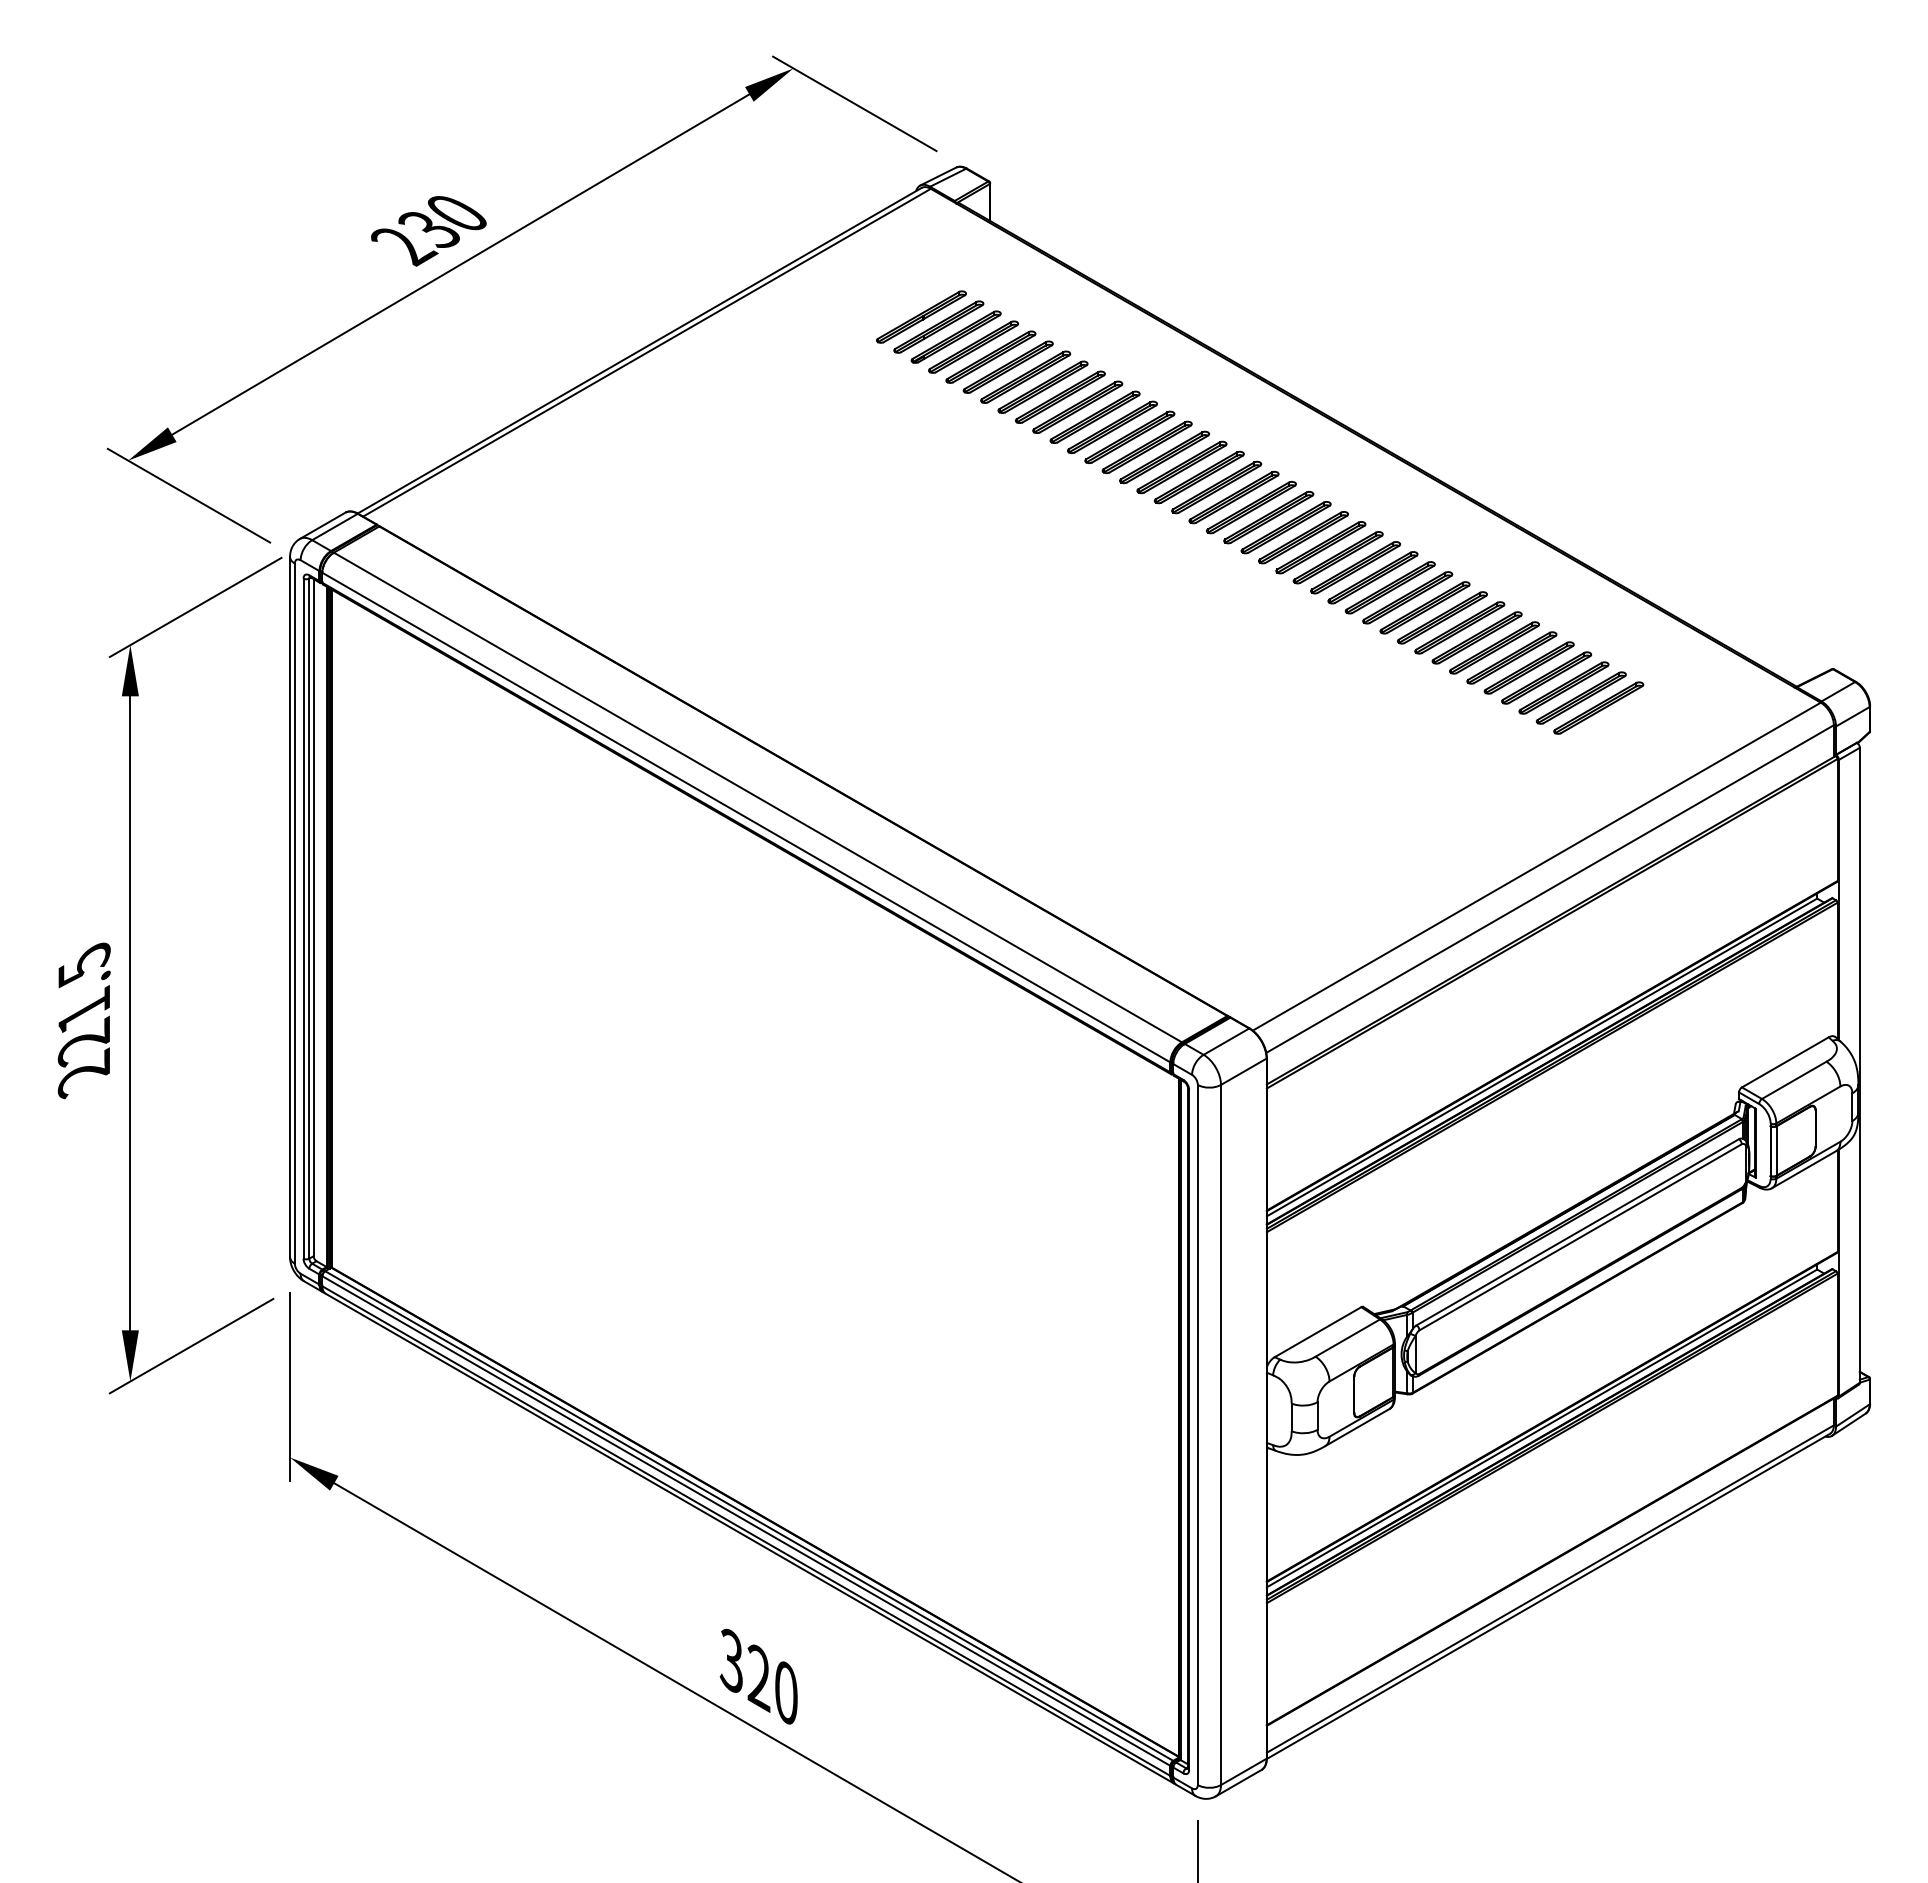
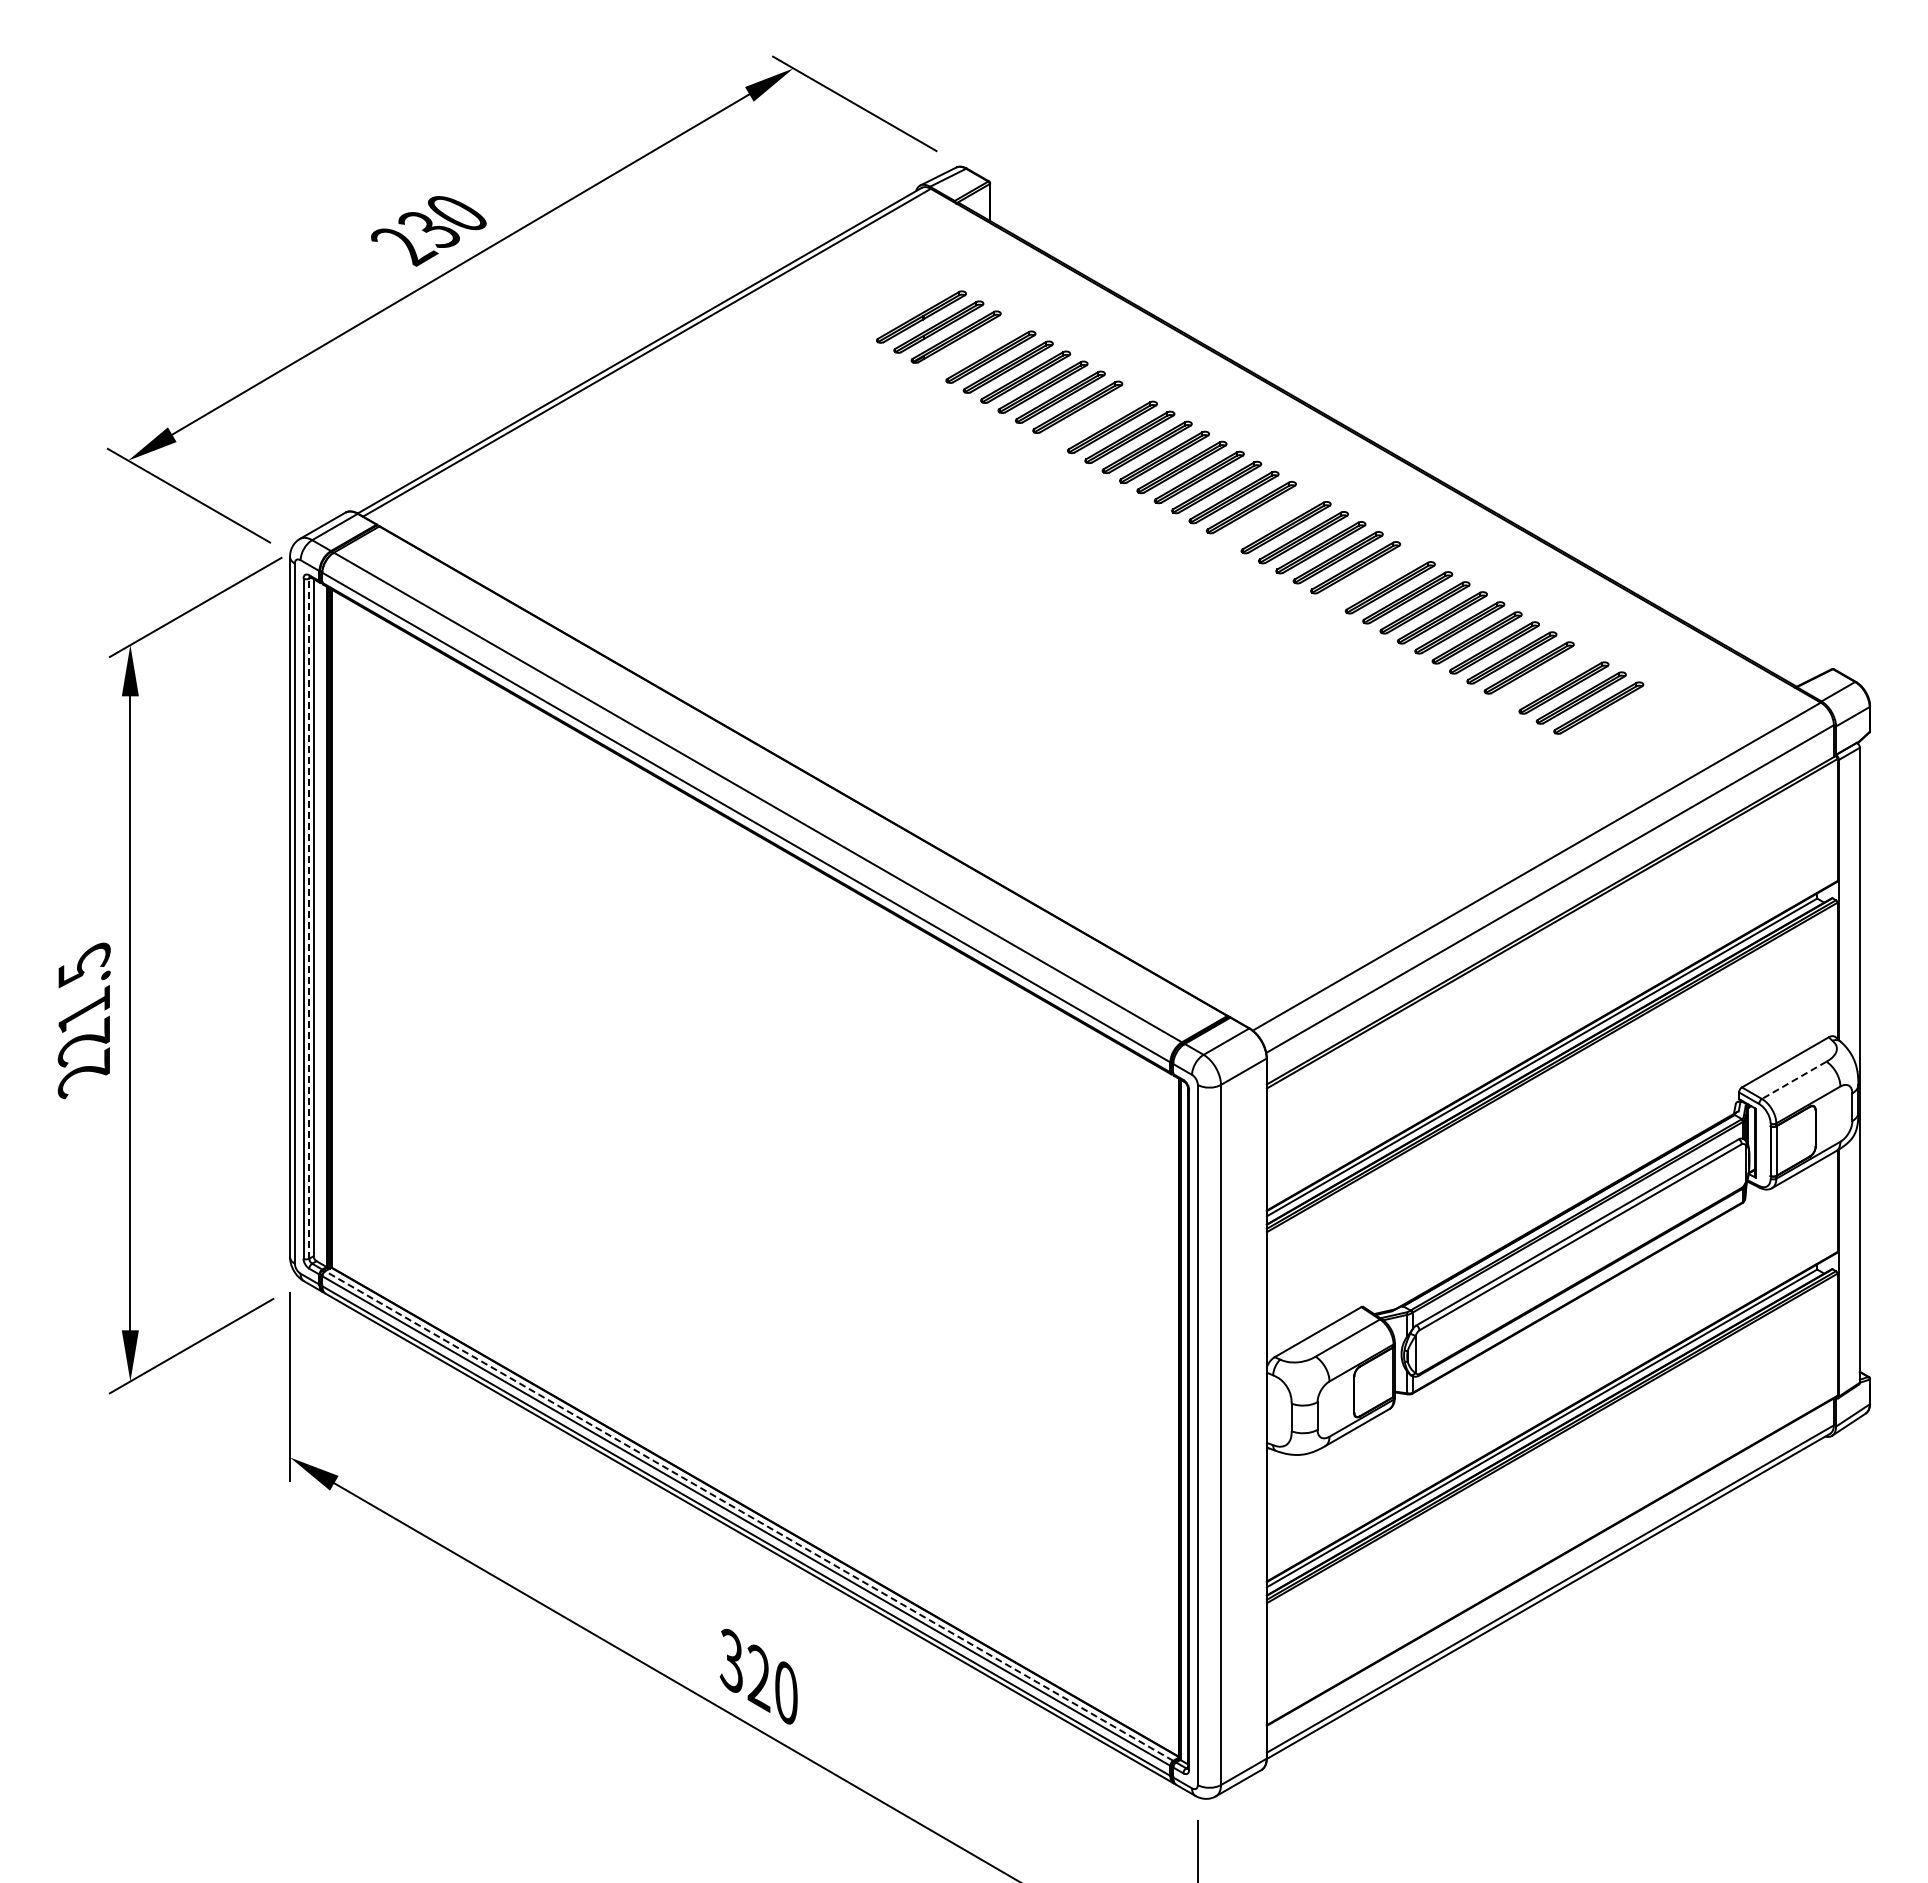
part at (973, 346): present -> none
part at (1094, 416): present -> none
part at (1268, 517): present -> none
part at (1372, 577): present -> none
part at (1546, 677): present -> none
line at (309, 918): solid -> dashed
line at (1793, 1080): solid -> dashed
line at (749, 1516): solid -> dashed
